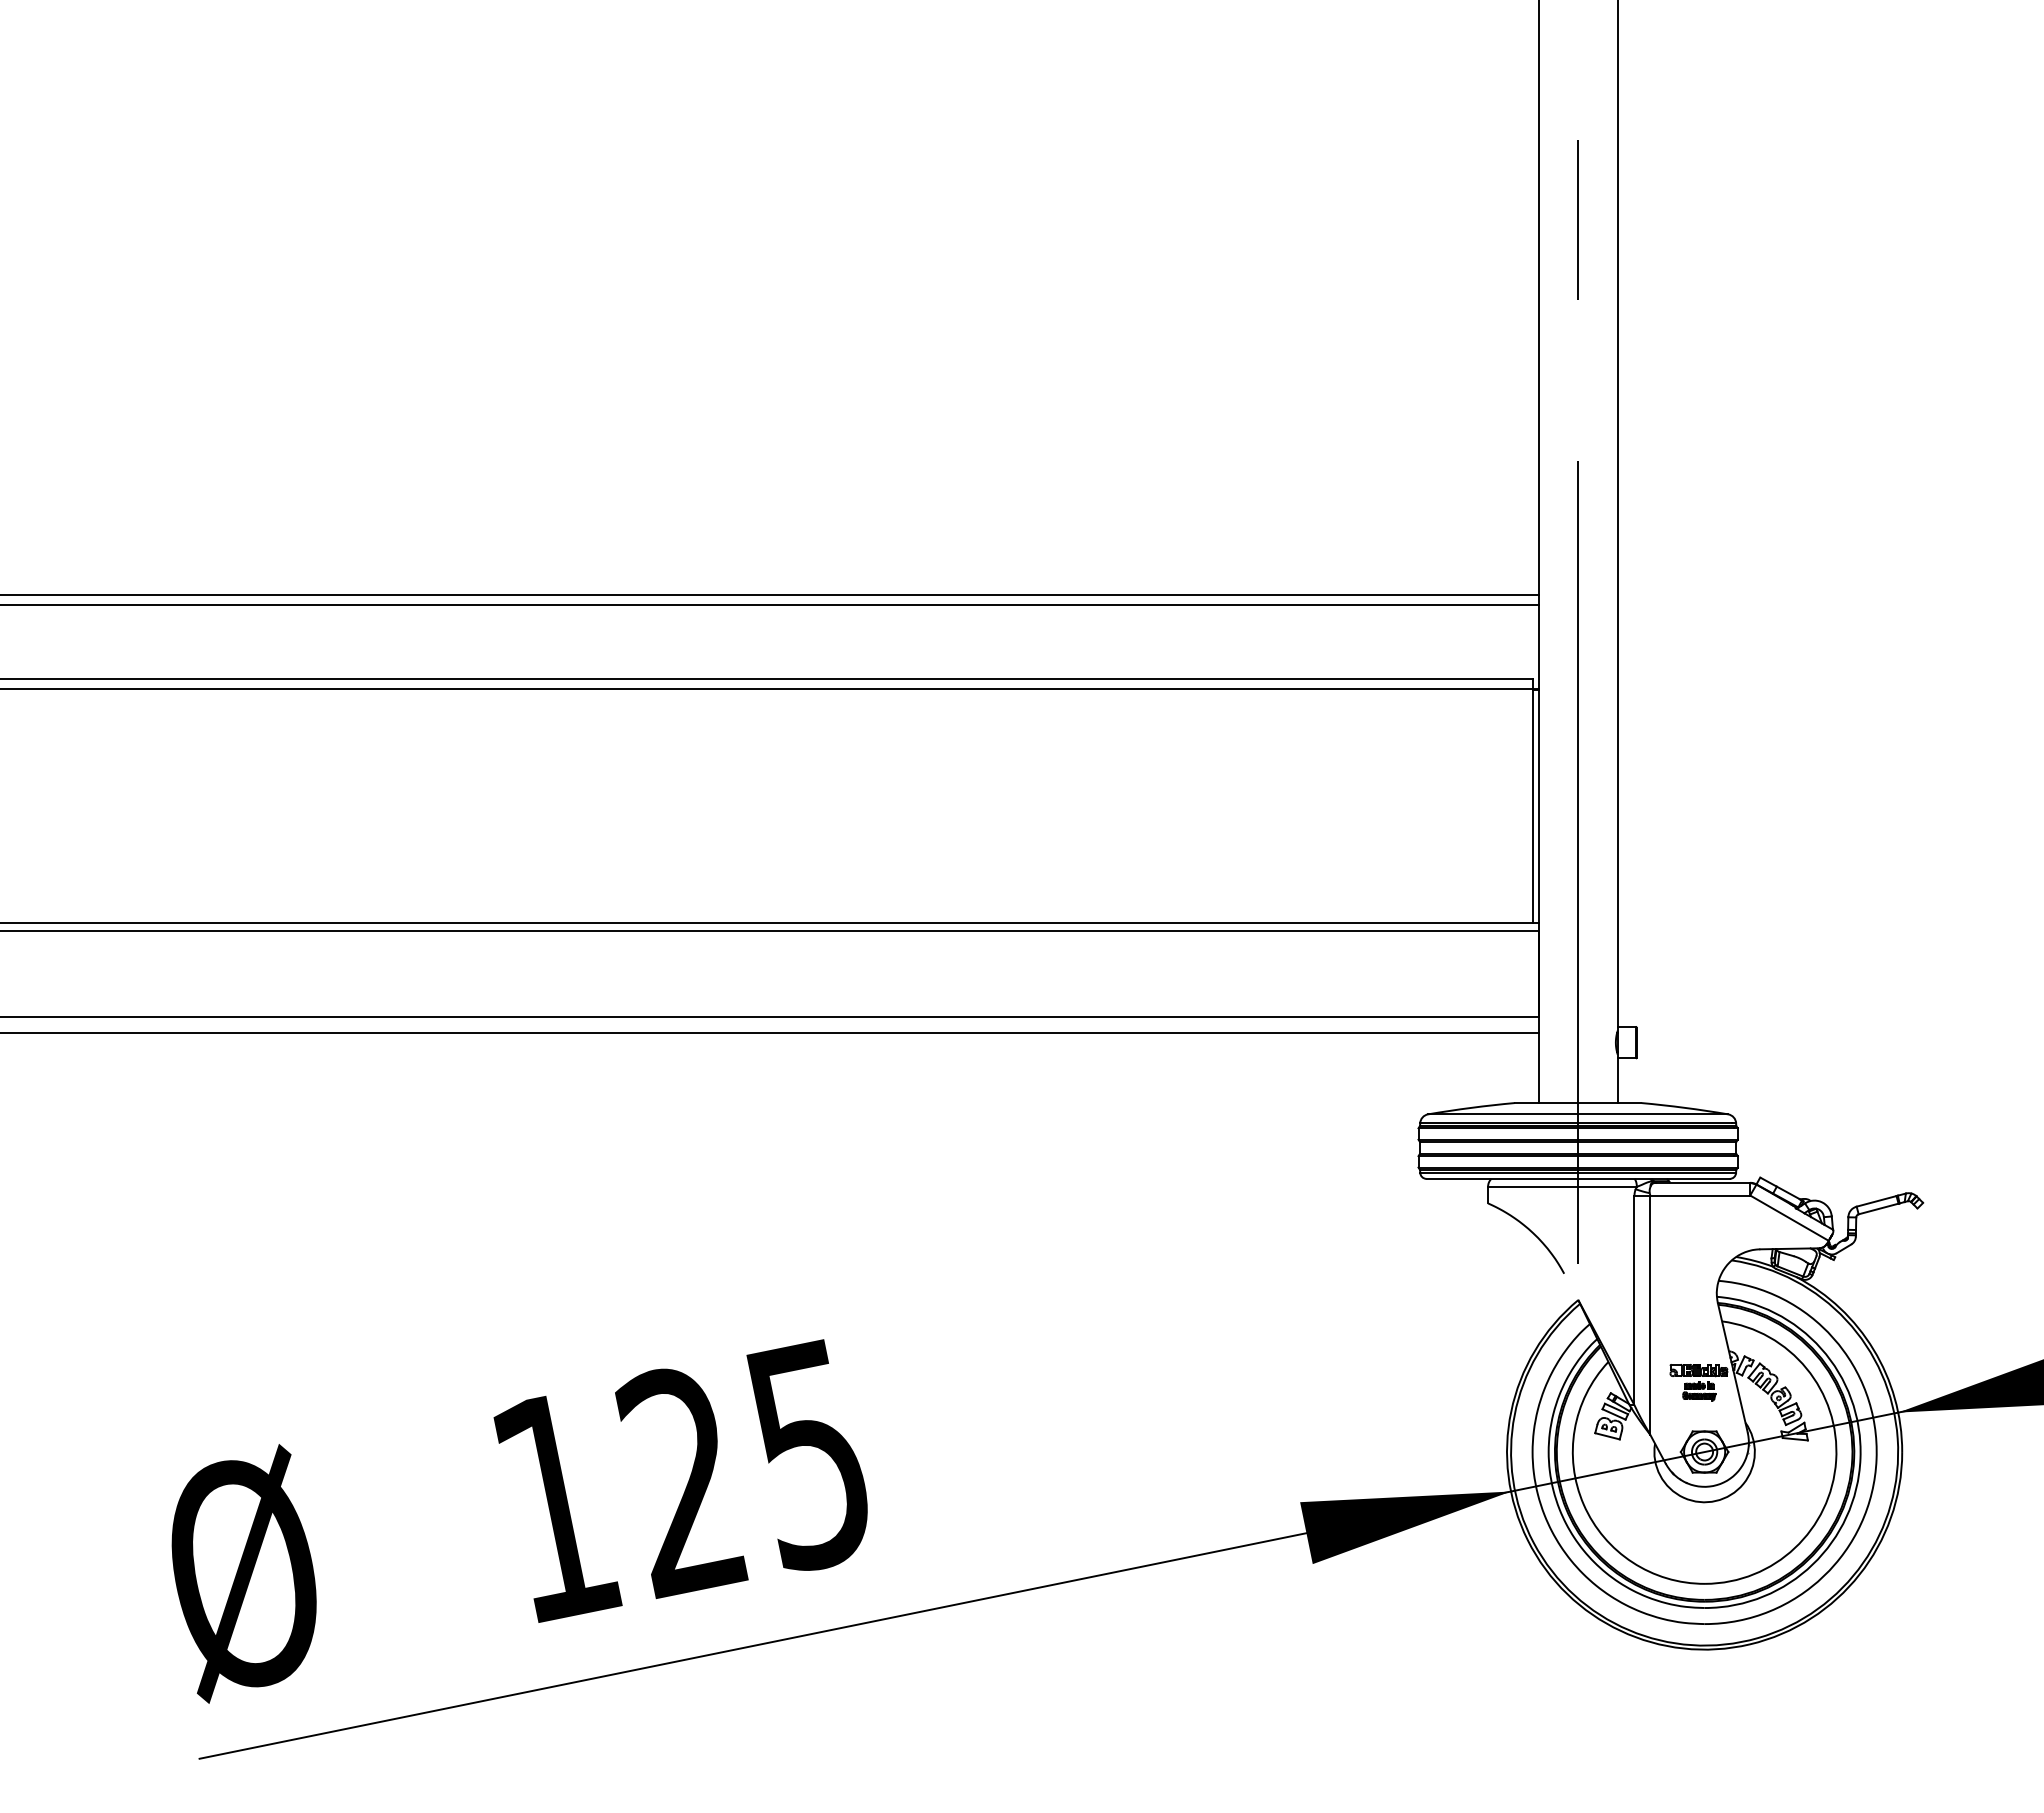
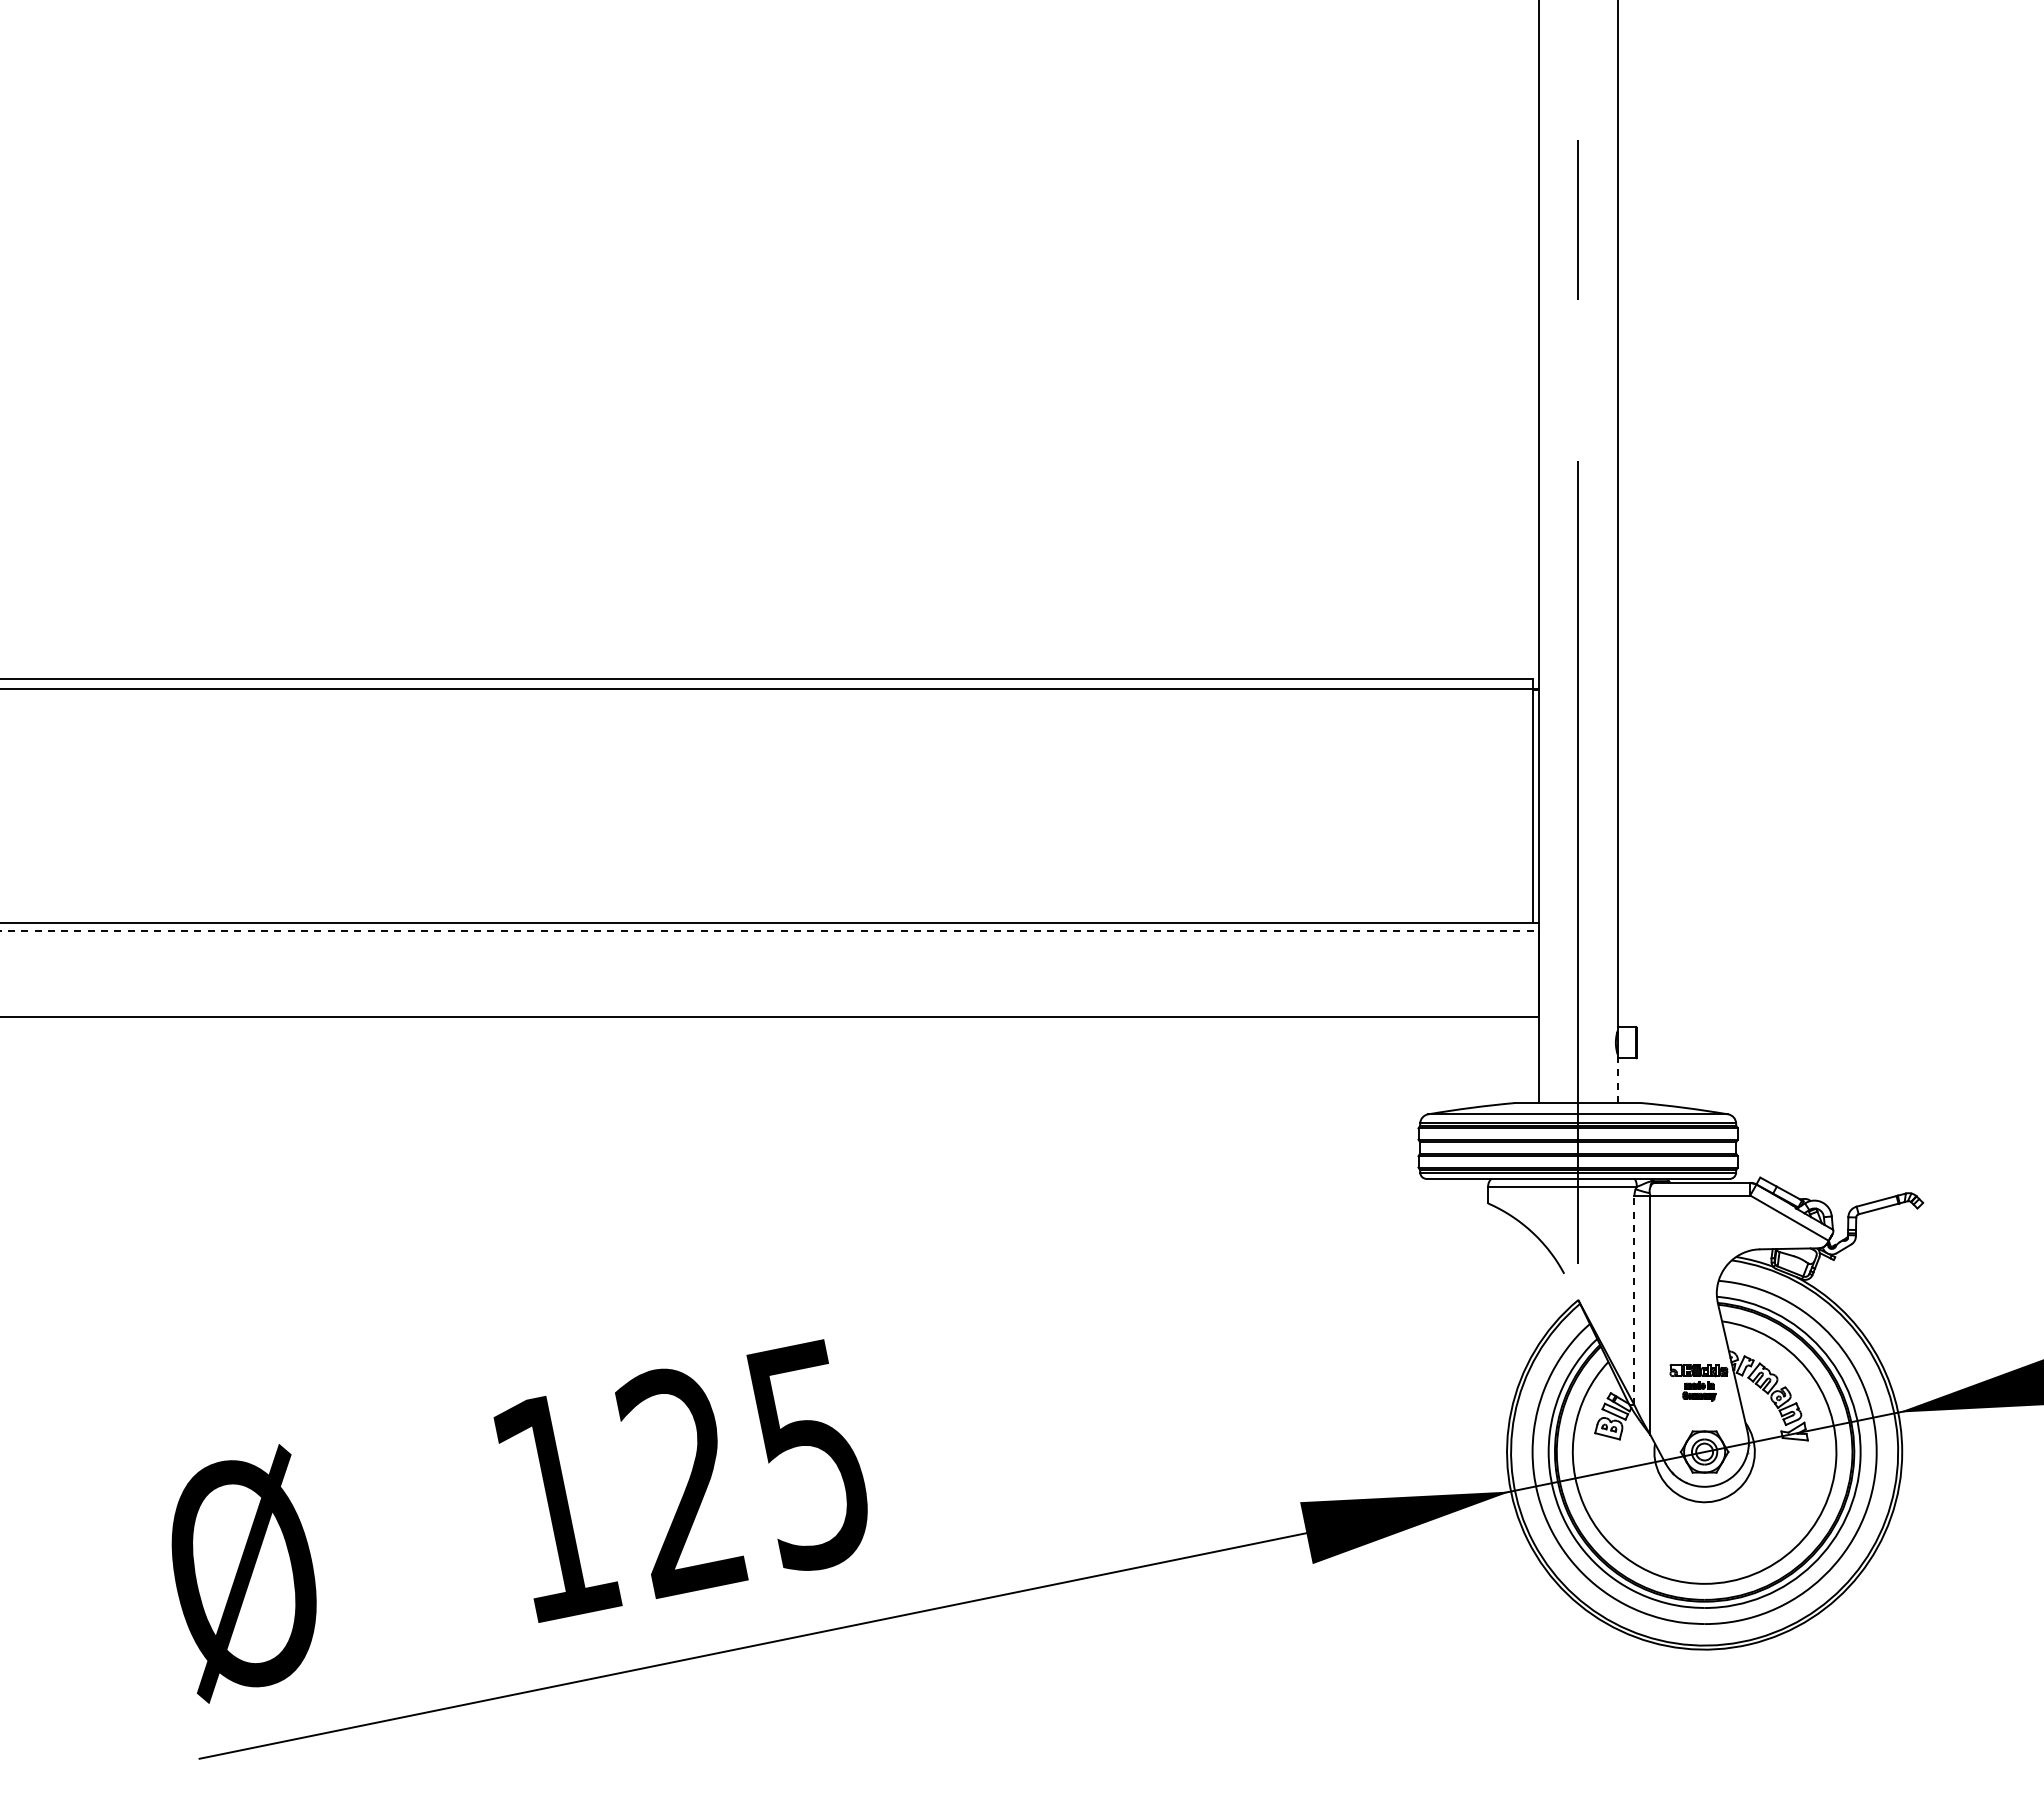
line at (770, 594): present -> none
line at (770, 604): present -> none
line at (769, 931): solid -> dashed
line at (770, 1033): present -> none
line at (1617, 1080): solid -> dashed
line at (1634, 1300): solid -> dashed
